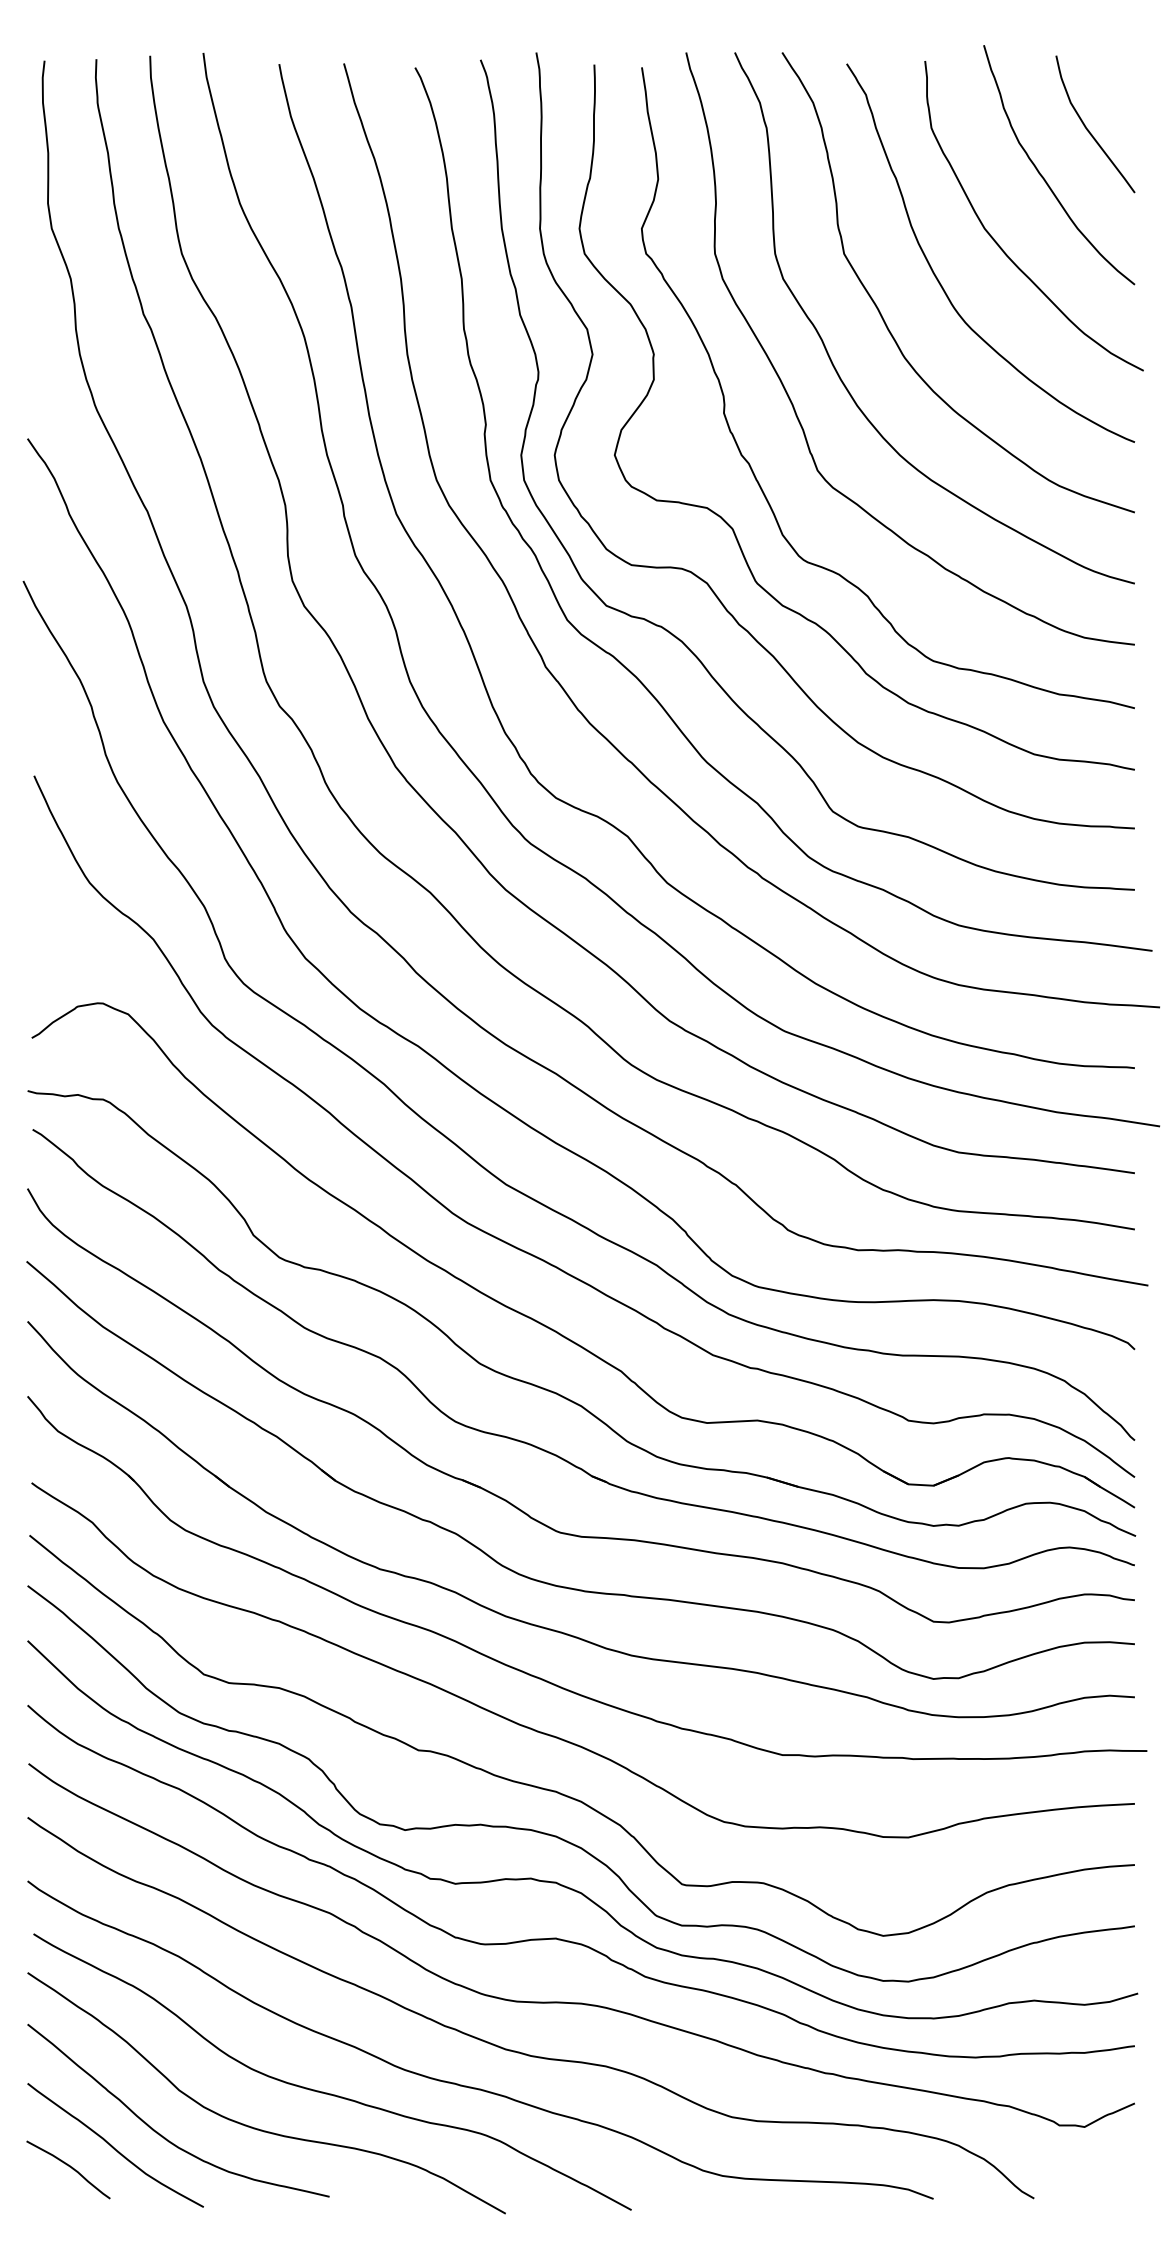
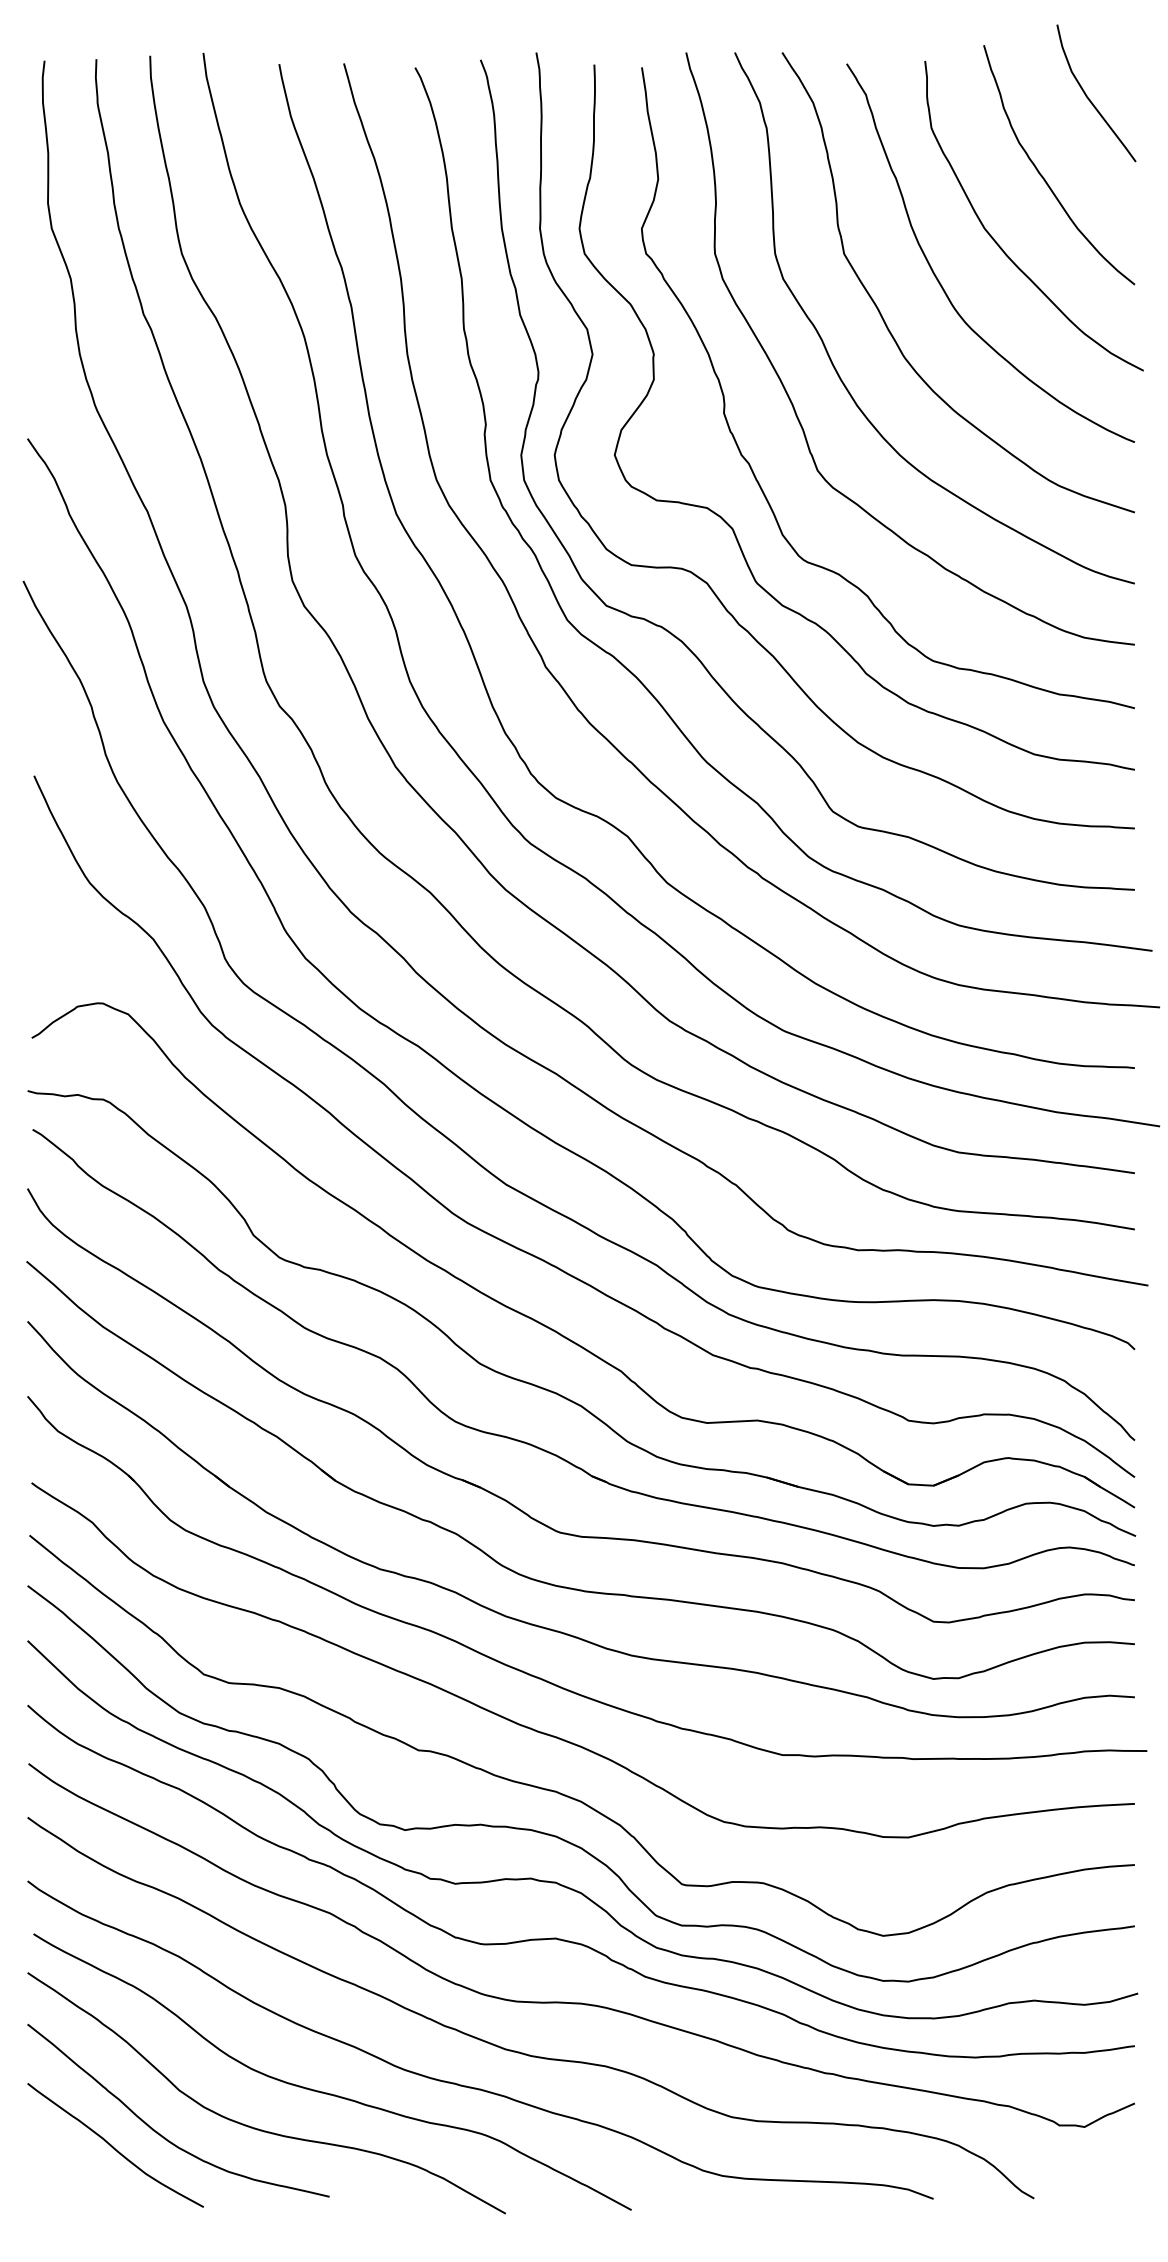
curve at (1089, 130) position: (1089, 130) -> (1090, 99)
curve at (69, 2167): present -> none
